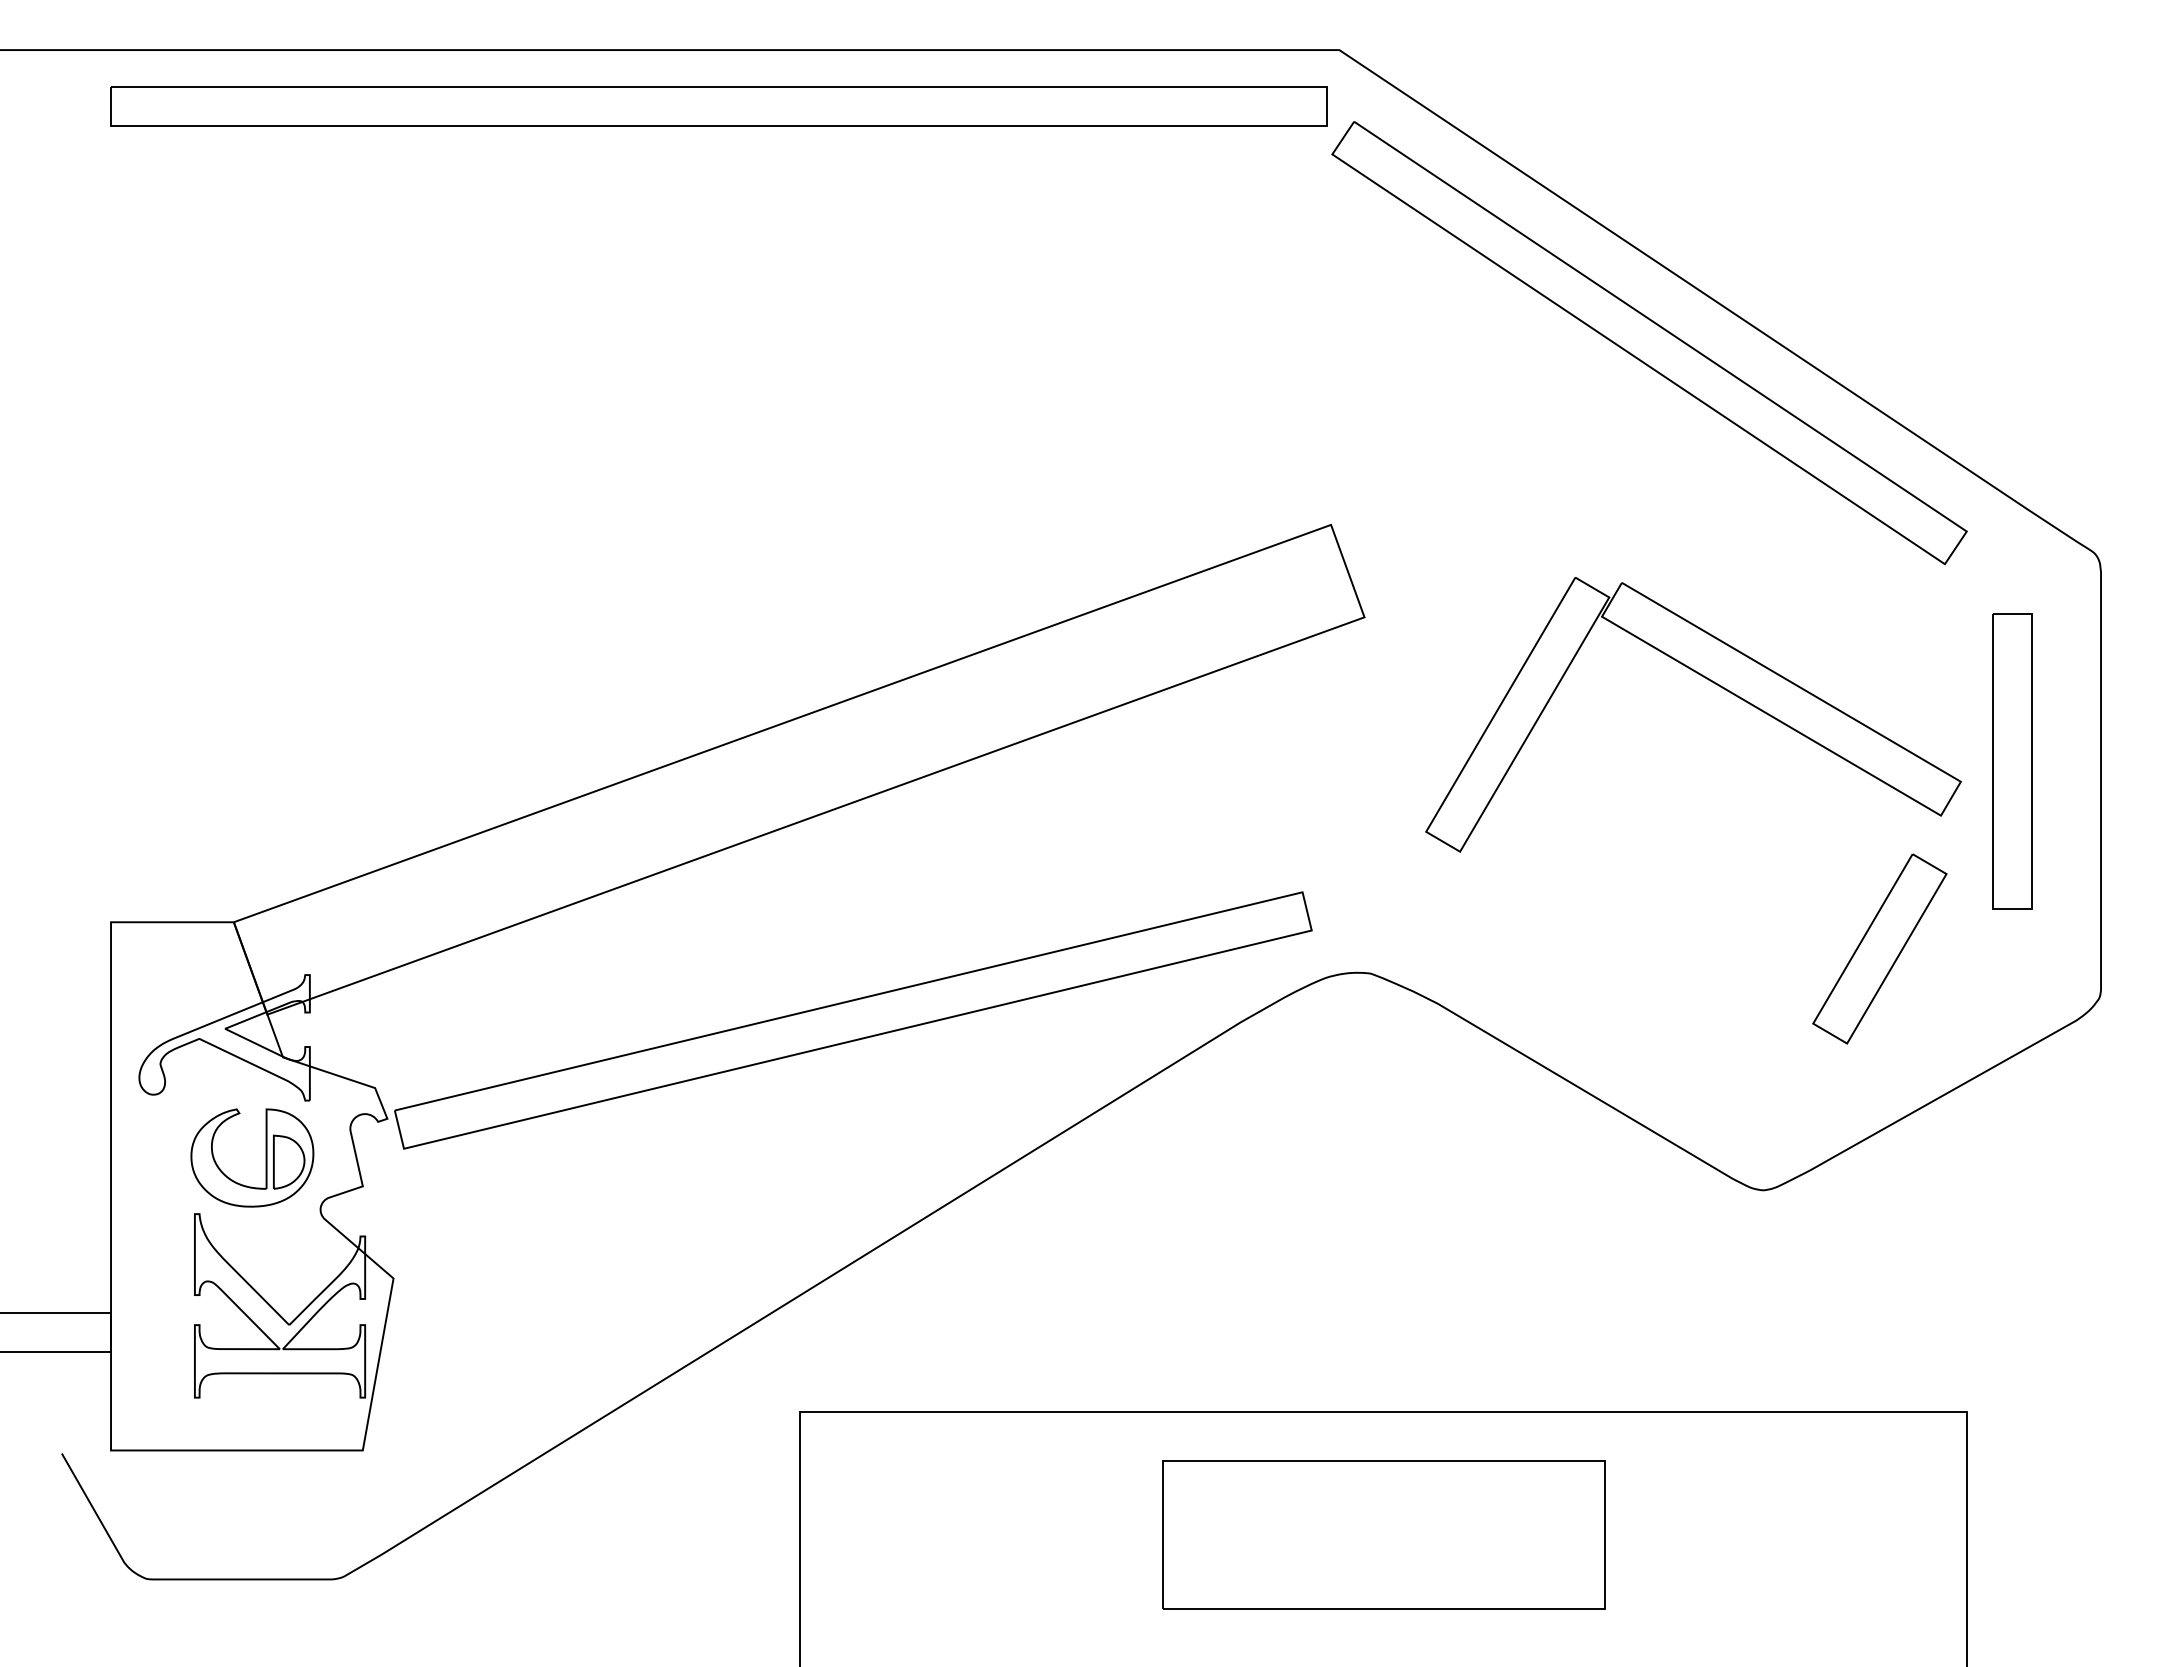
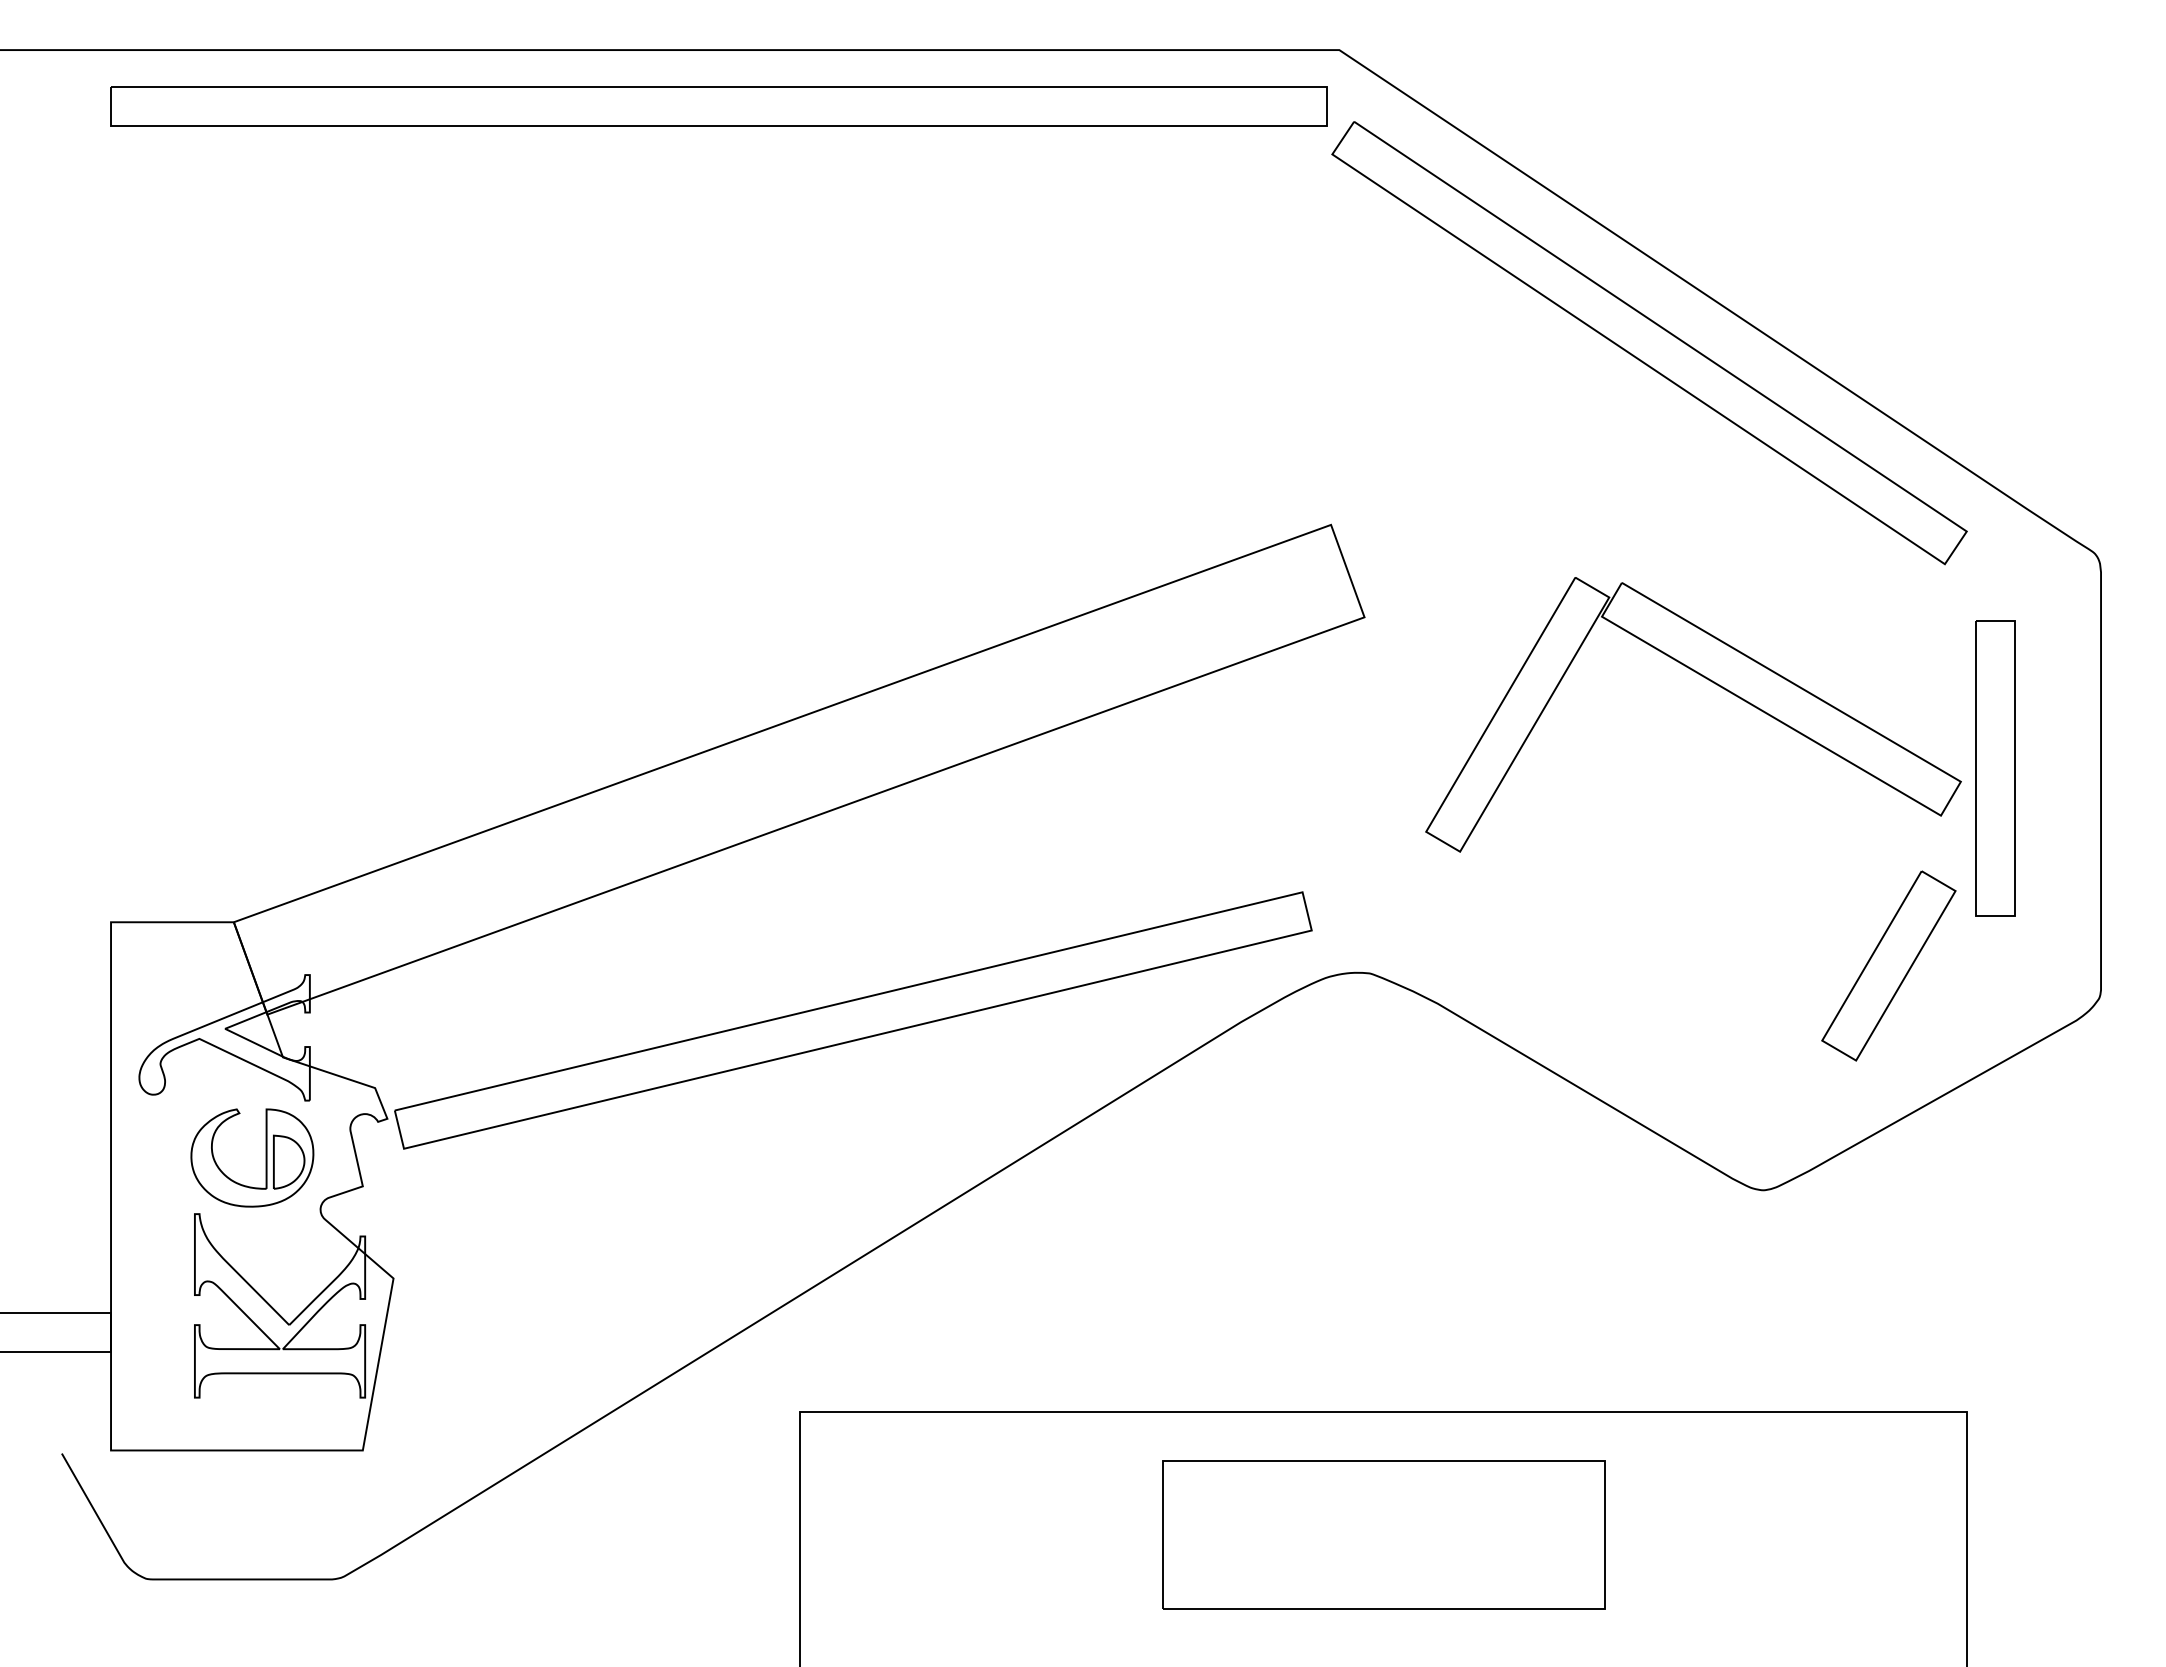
part at (2012, 761) position: (2012, 761) -> (1995, 768)
part at (1879, 948) position: (1879, 948) -> (1888, 965)
